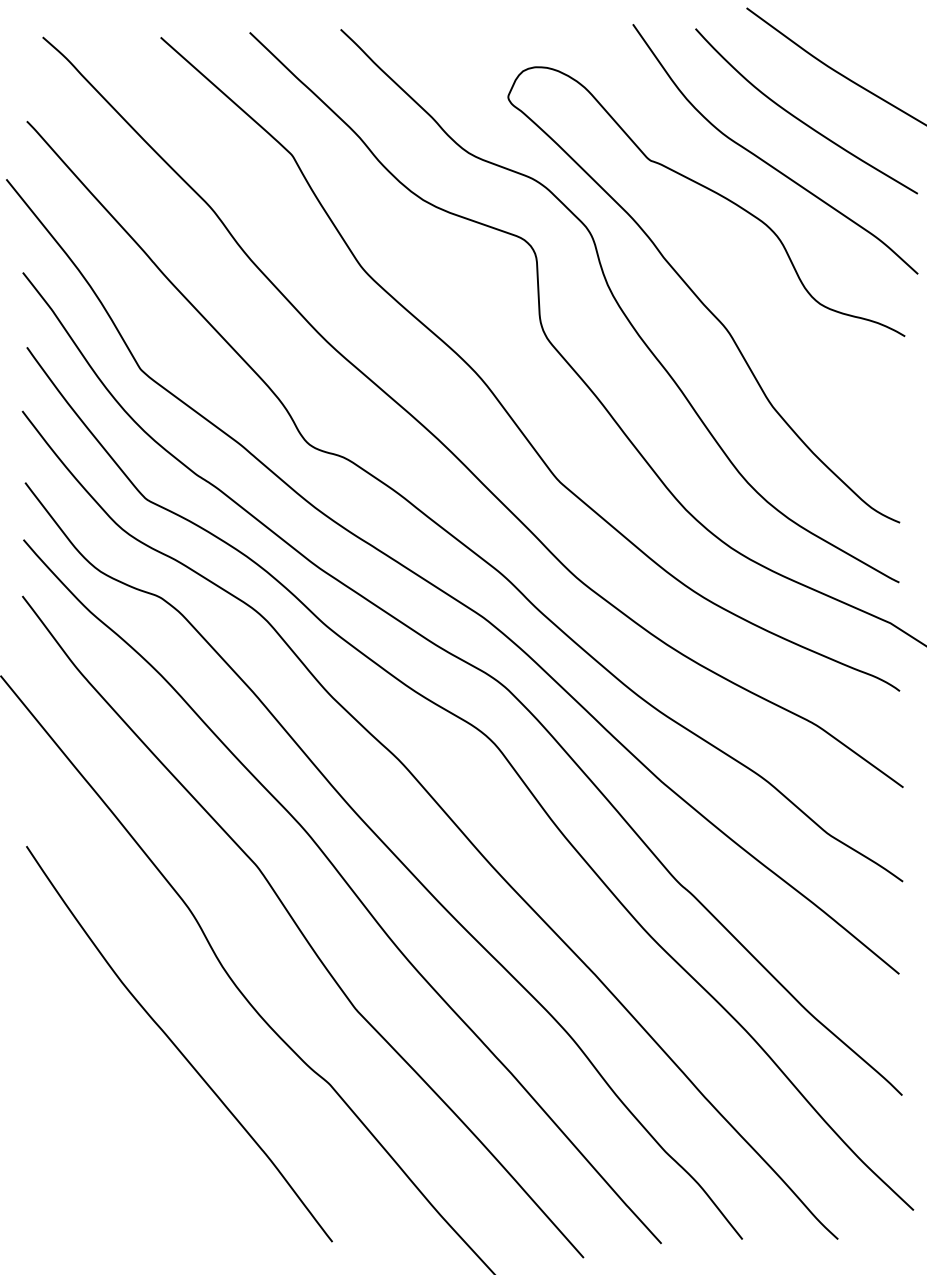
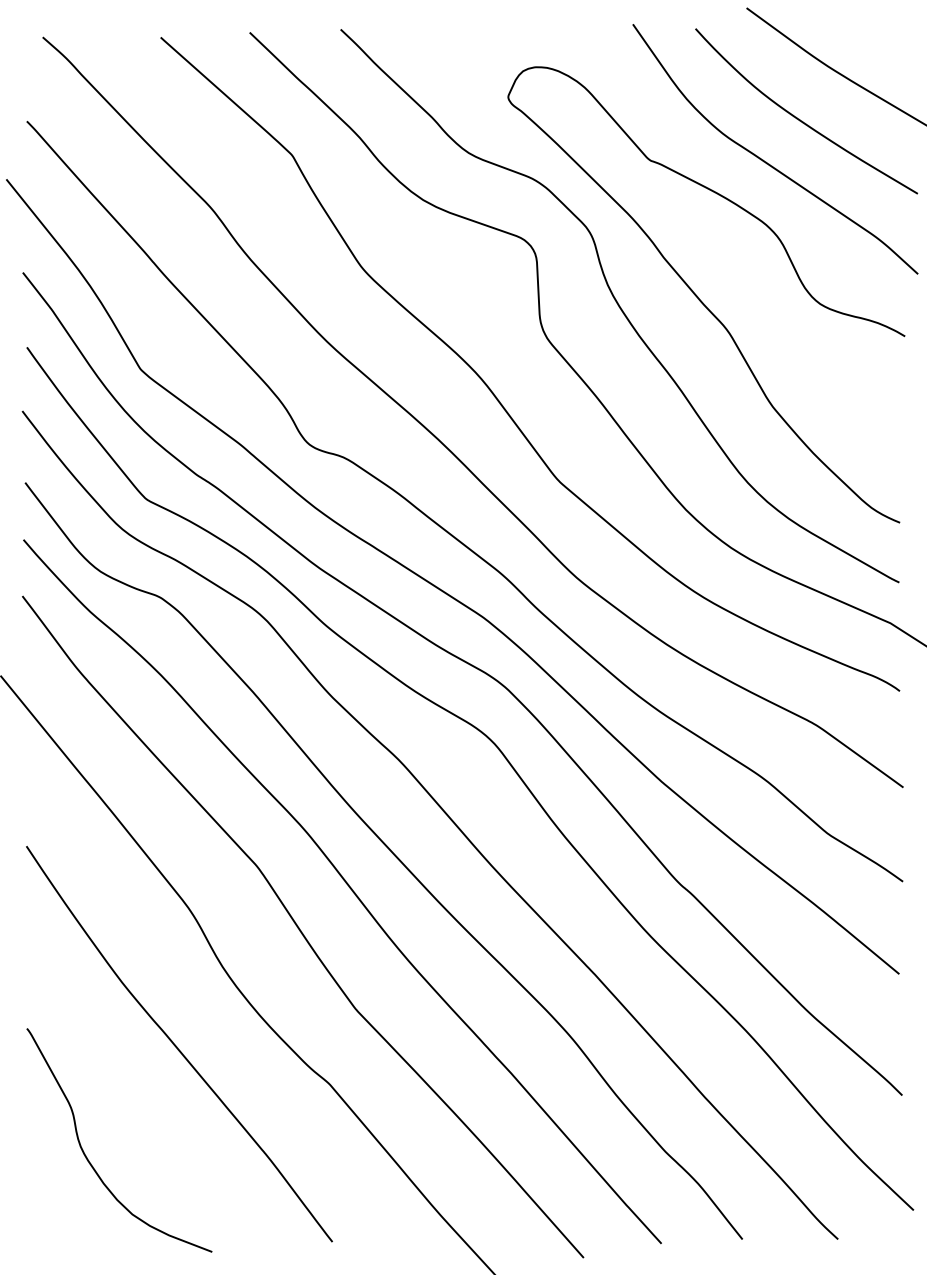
curve at (89, 1160): none -> present
